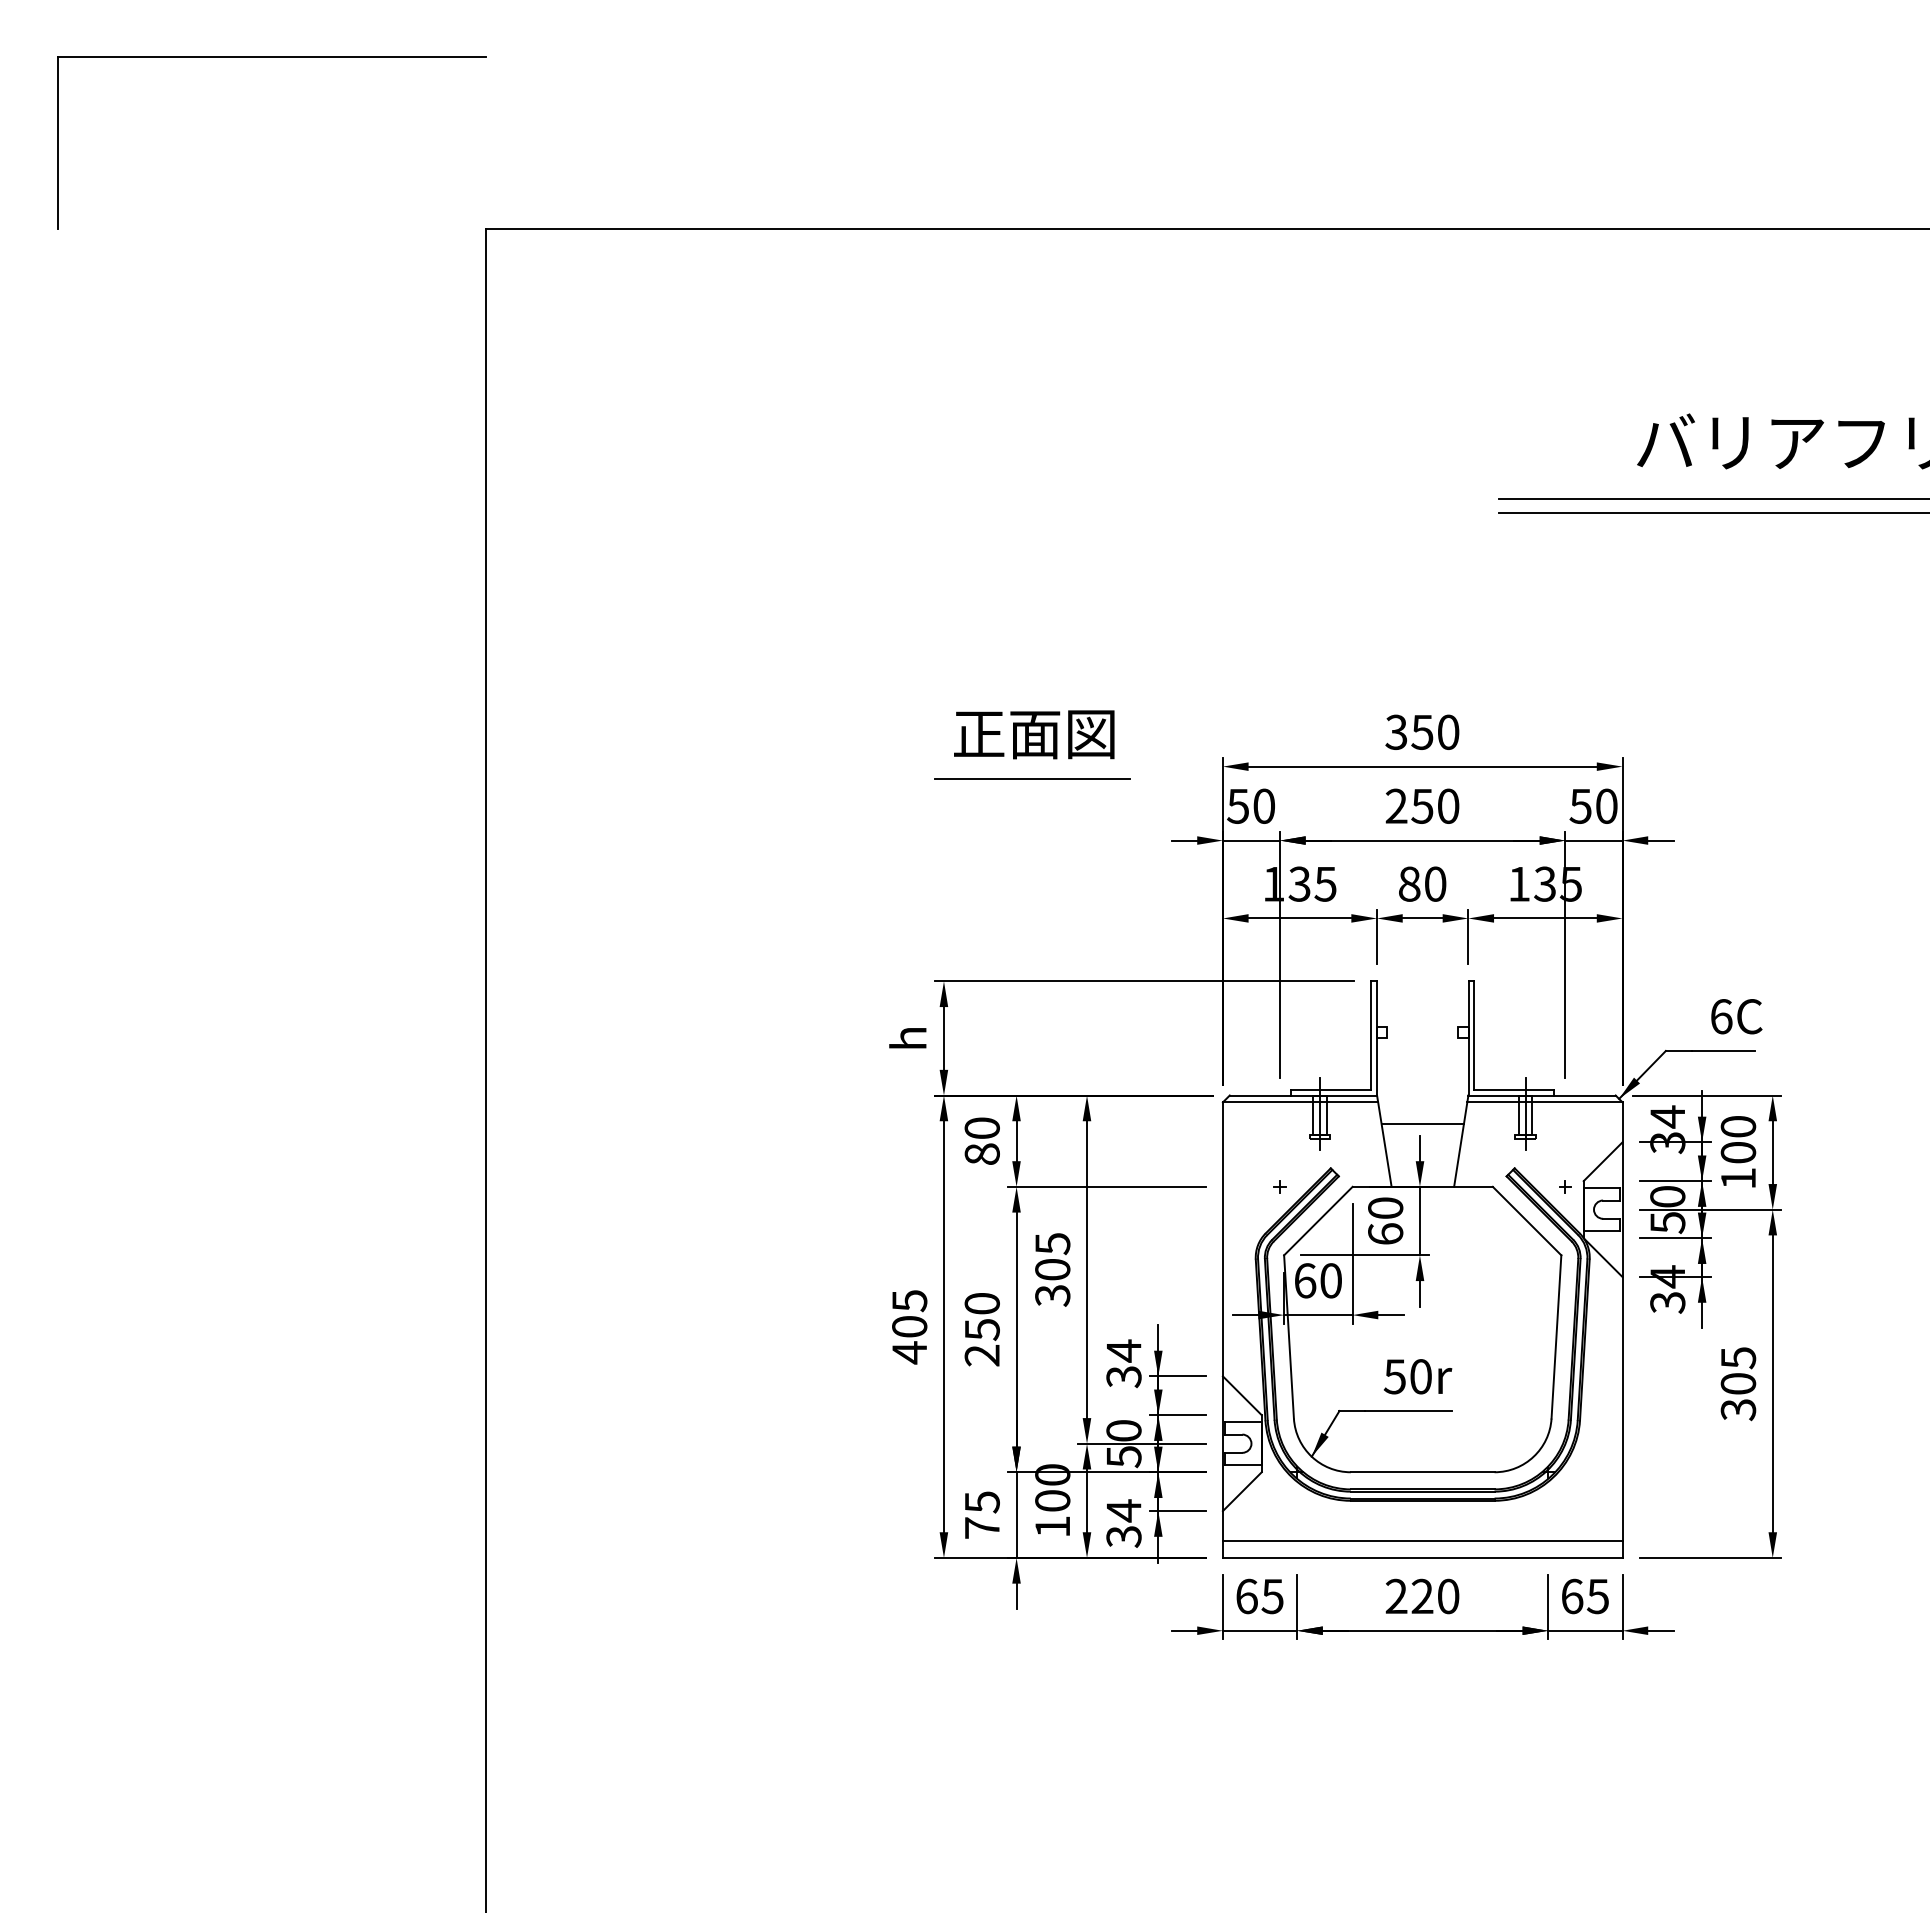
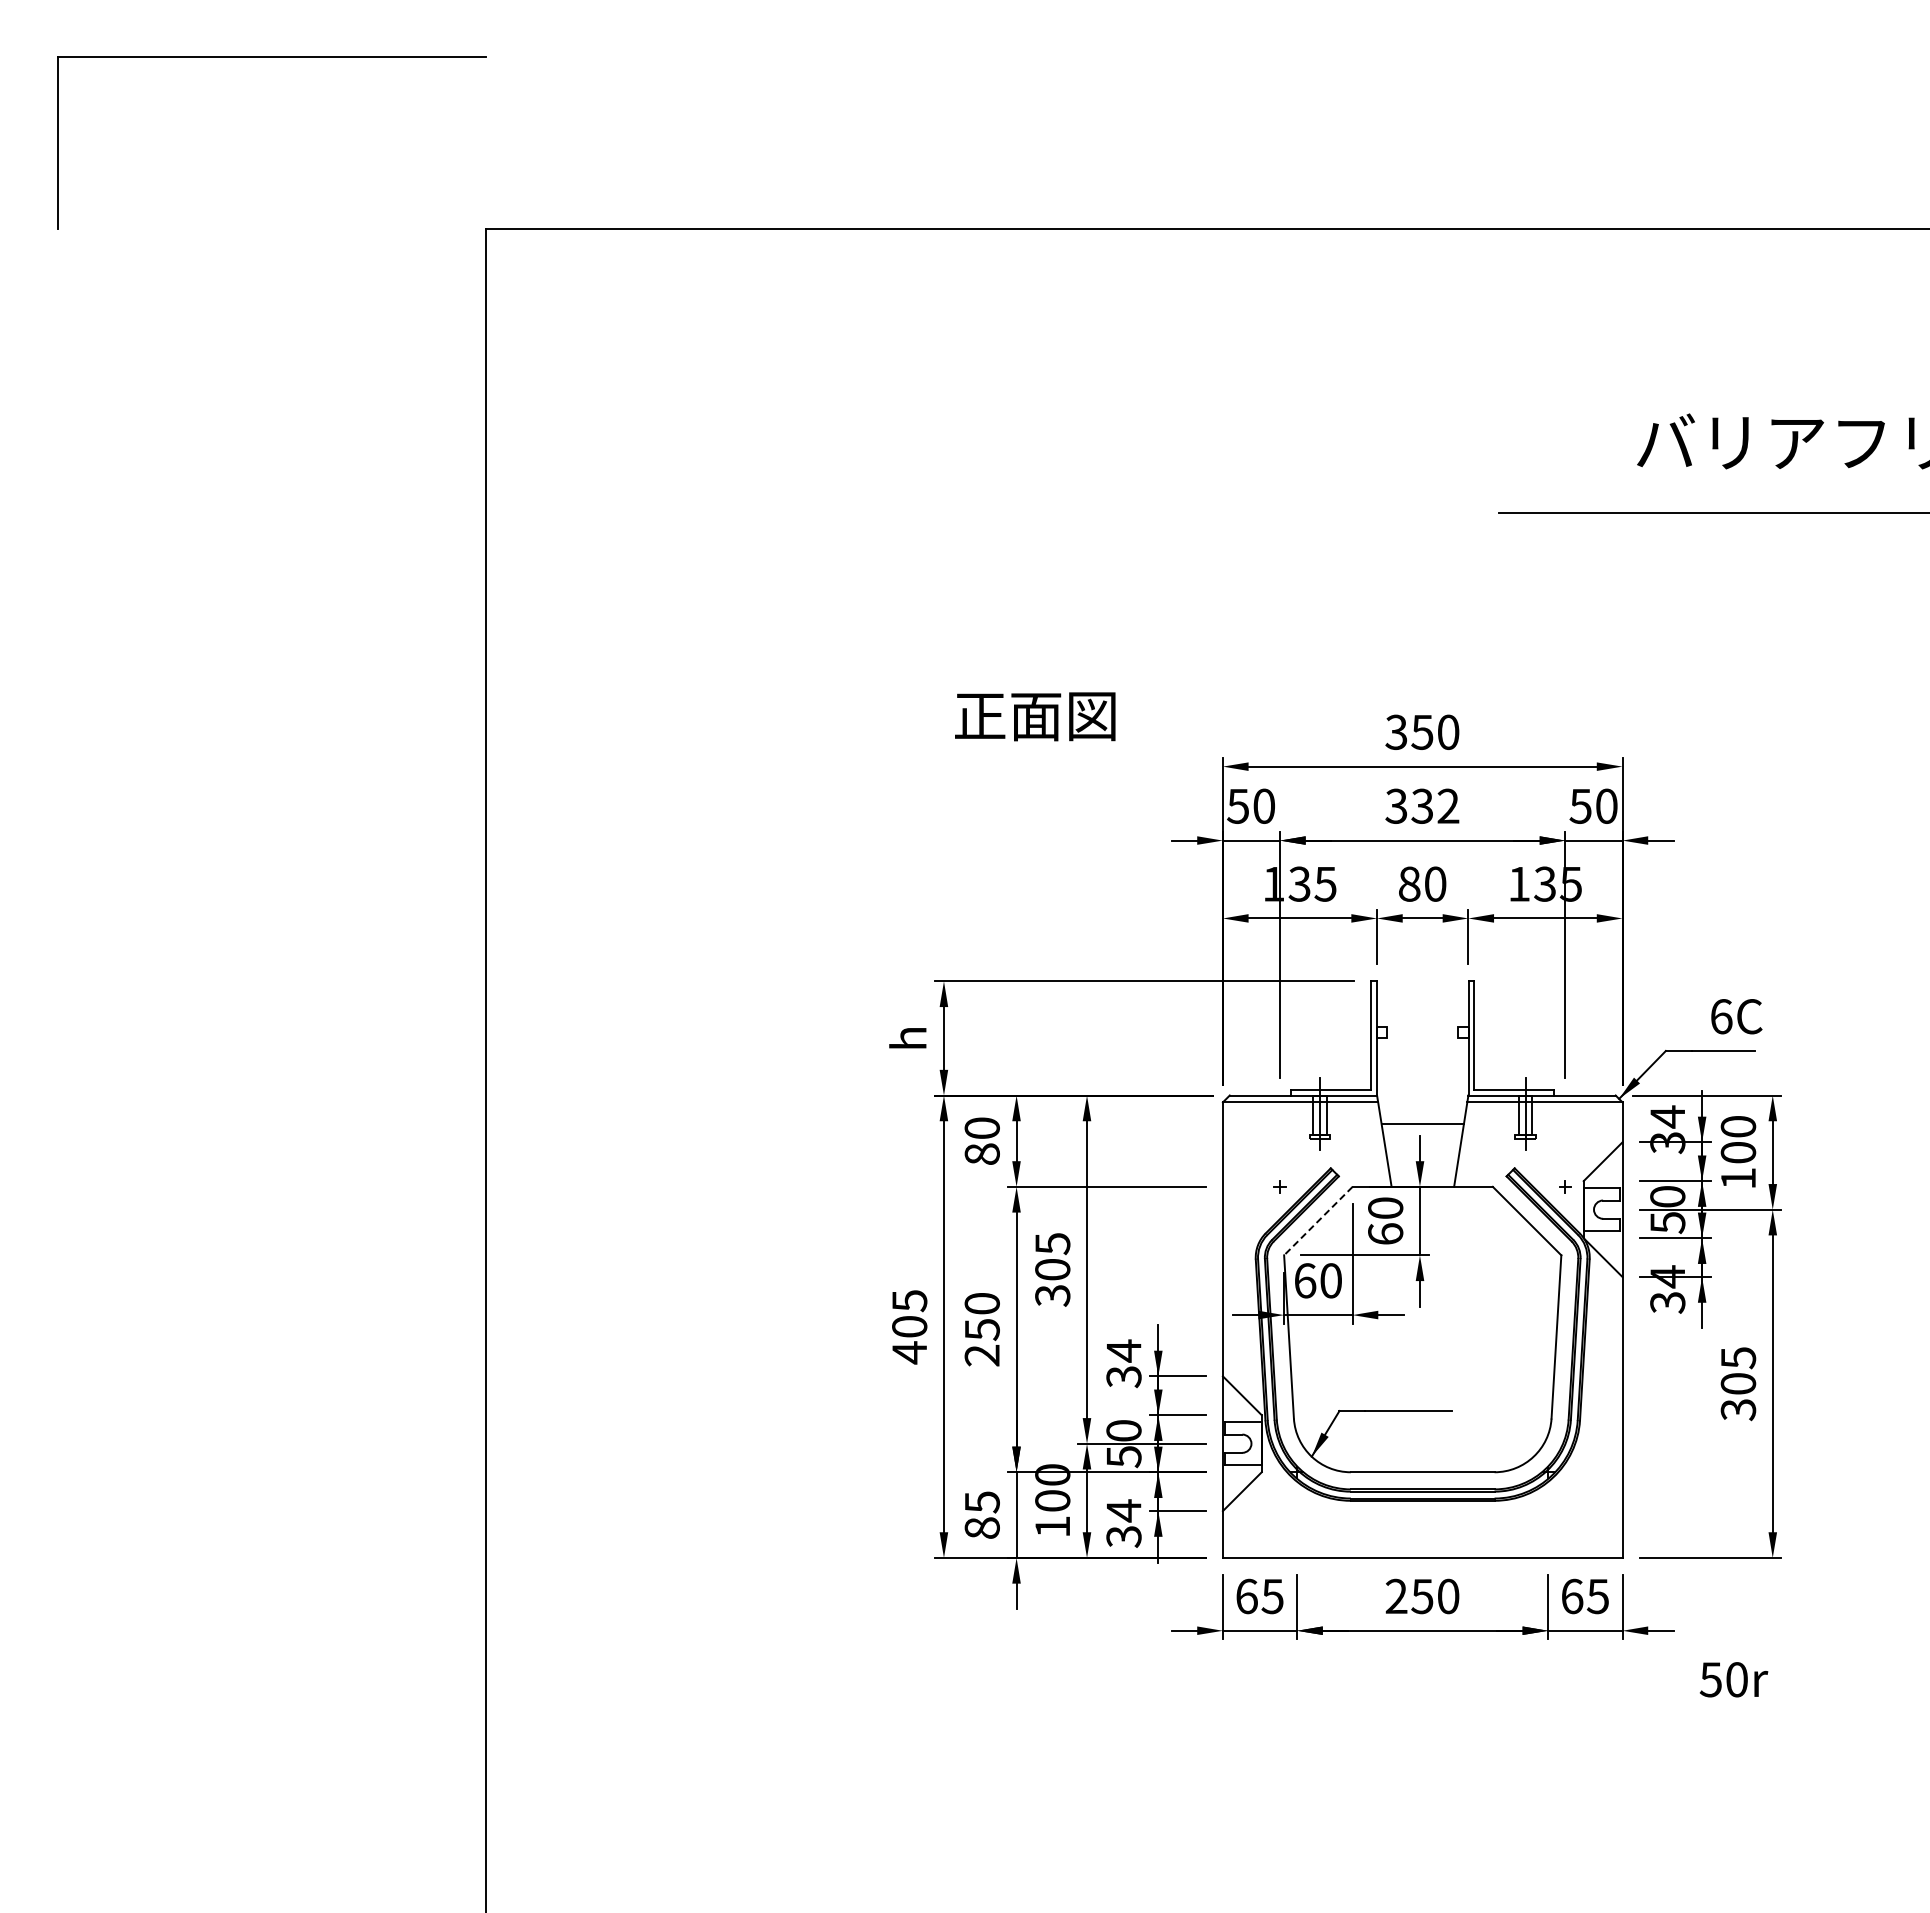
line at (1712, 499): present -> none
text at (1034, 734) position: (1034, 734) -> (1035, 716)
line at (1032, 778): present -> none
text at (1422, 805): 250 -> 332
line at (1318, 1221): solid -> dashed
text at (1417, 1376) position: (1417, 1376) -> (1733, 1679)
text at (981, 1527): 75 -> 85
line at (1422, 1540): present -> none
text at (1422, 1596): 220 -> 250
